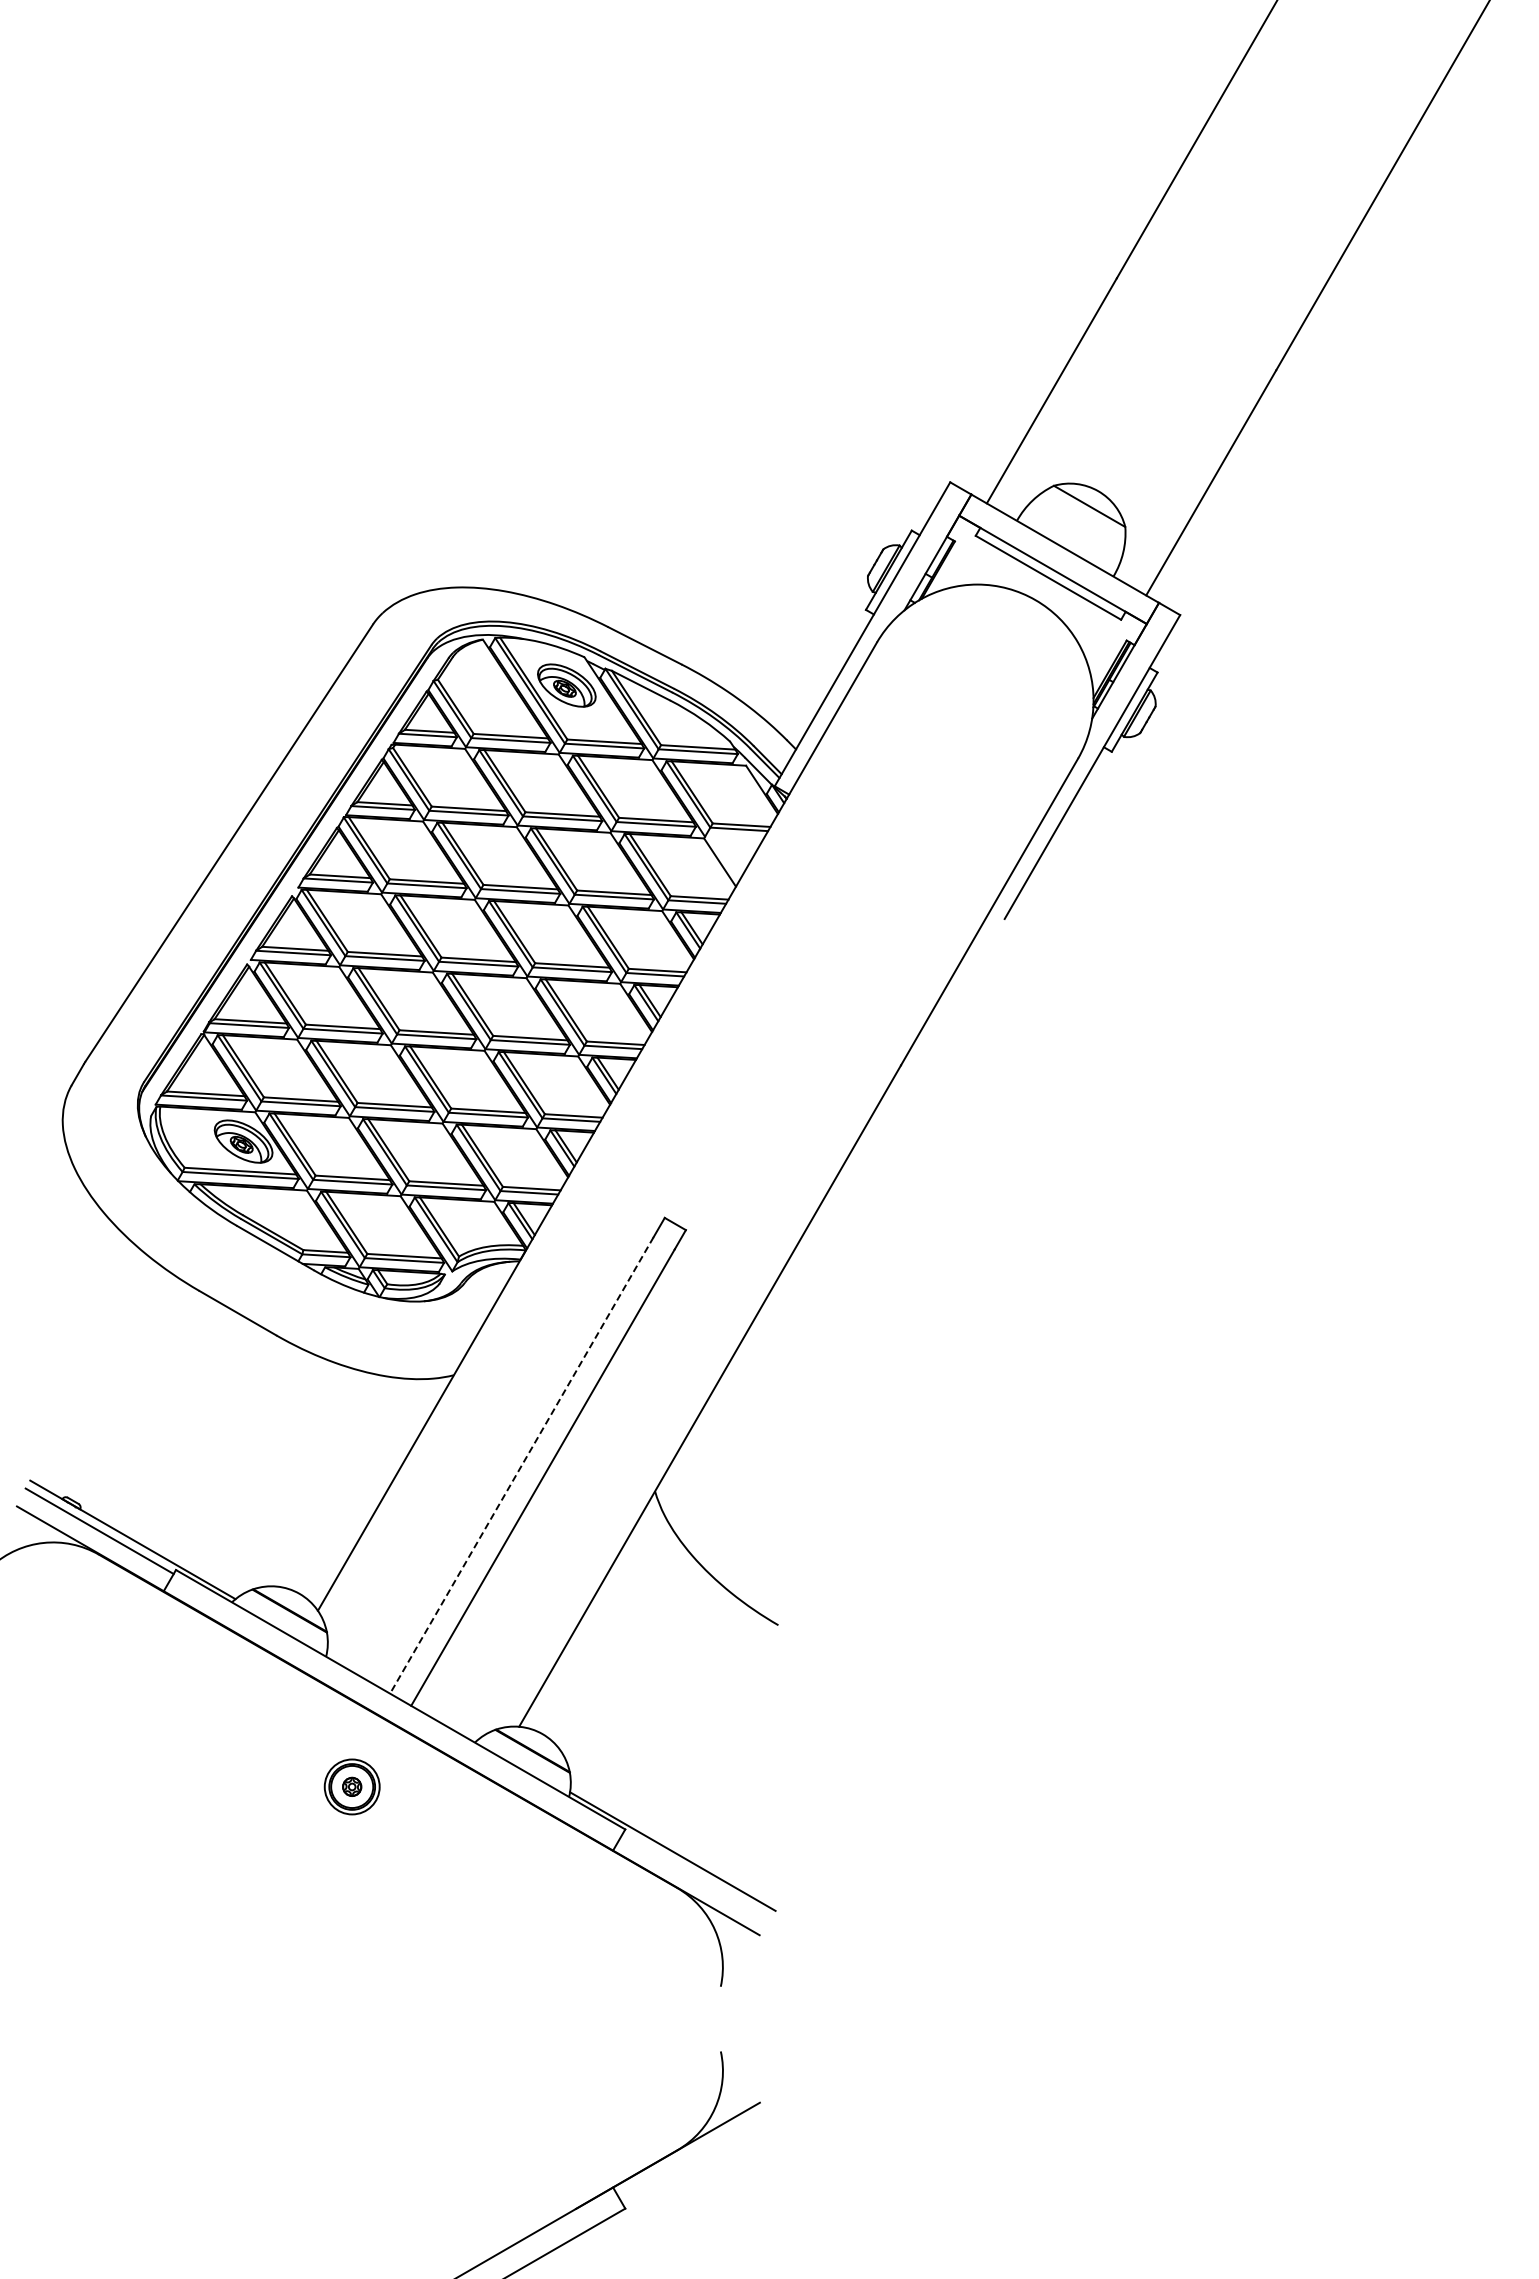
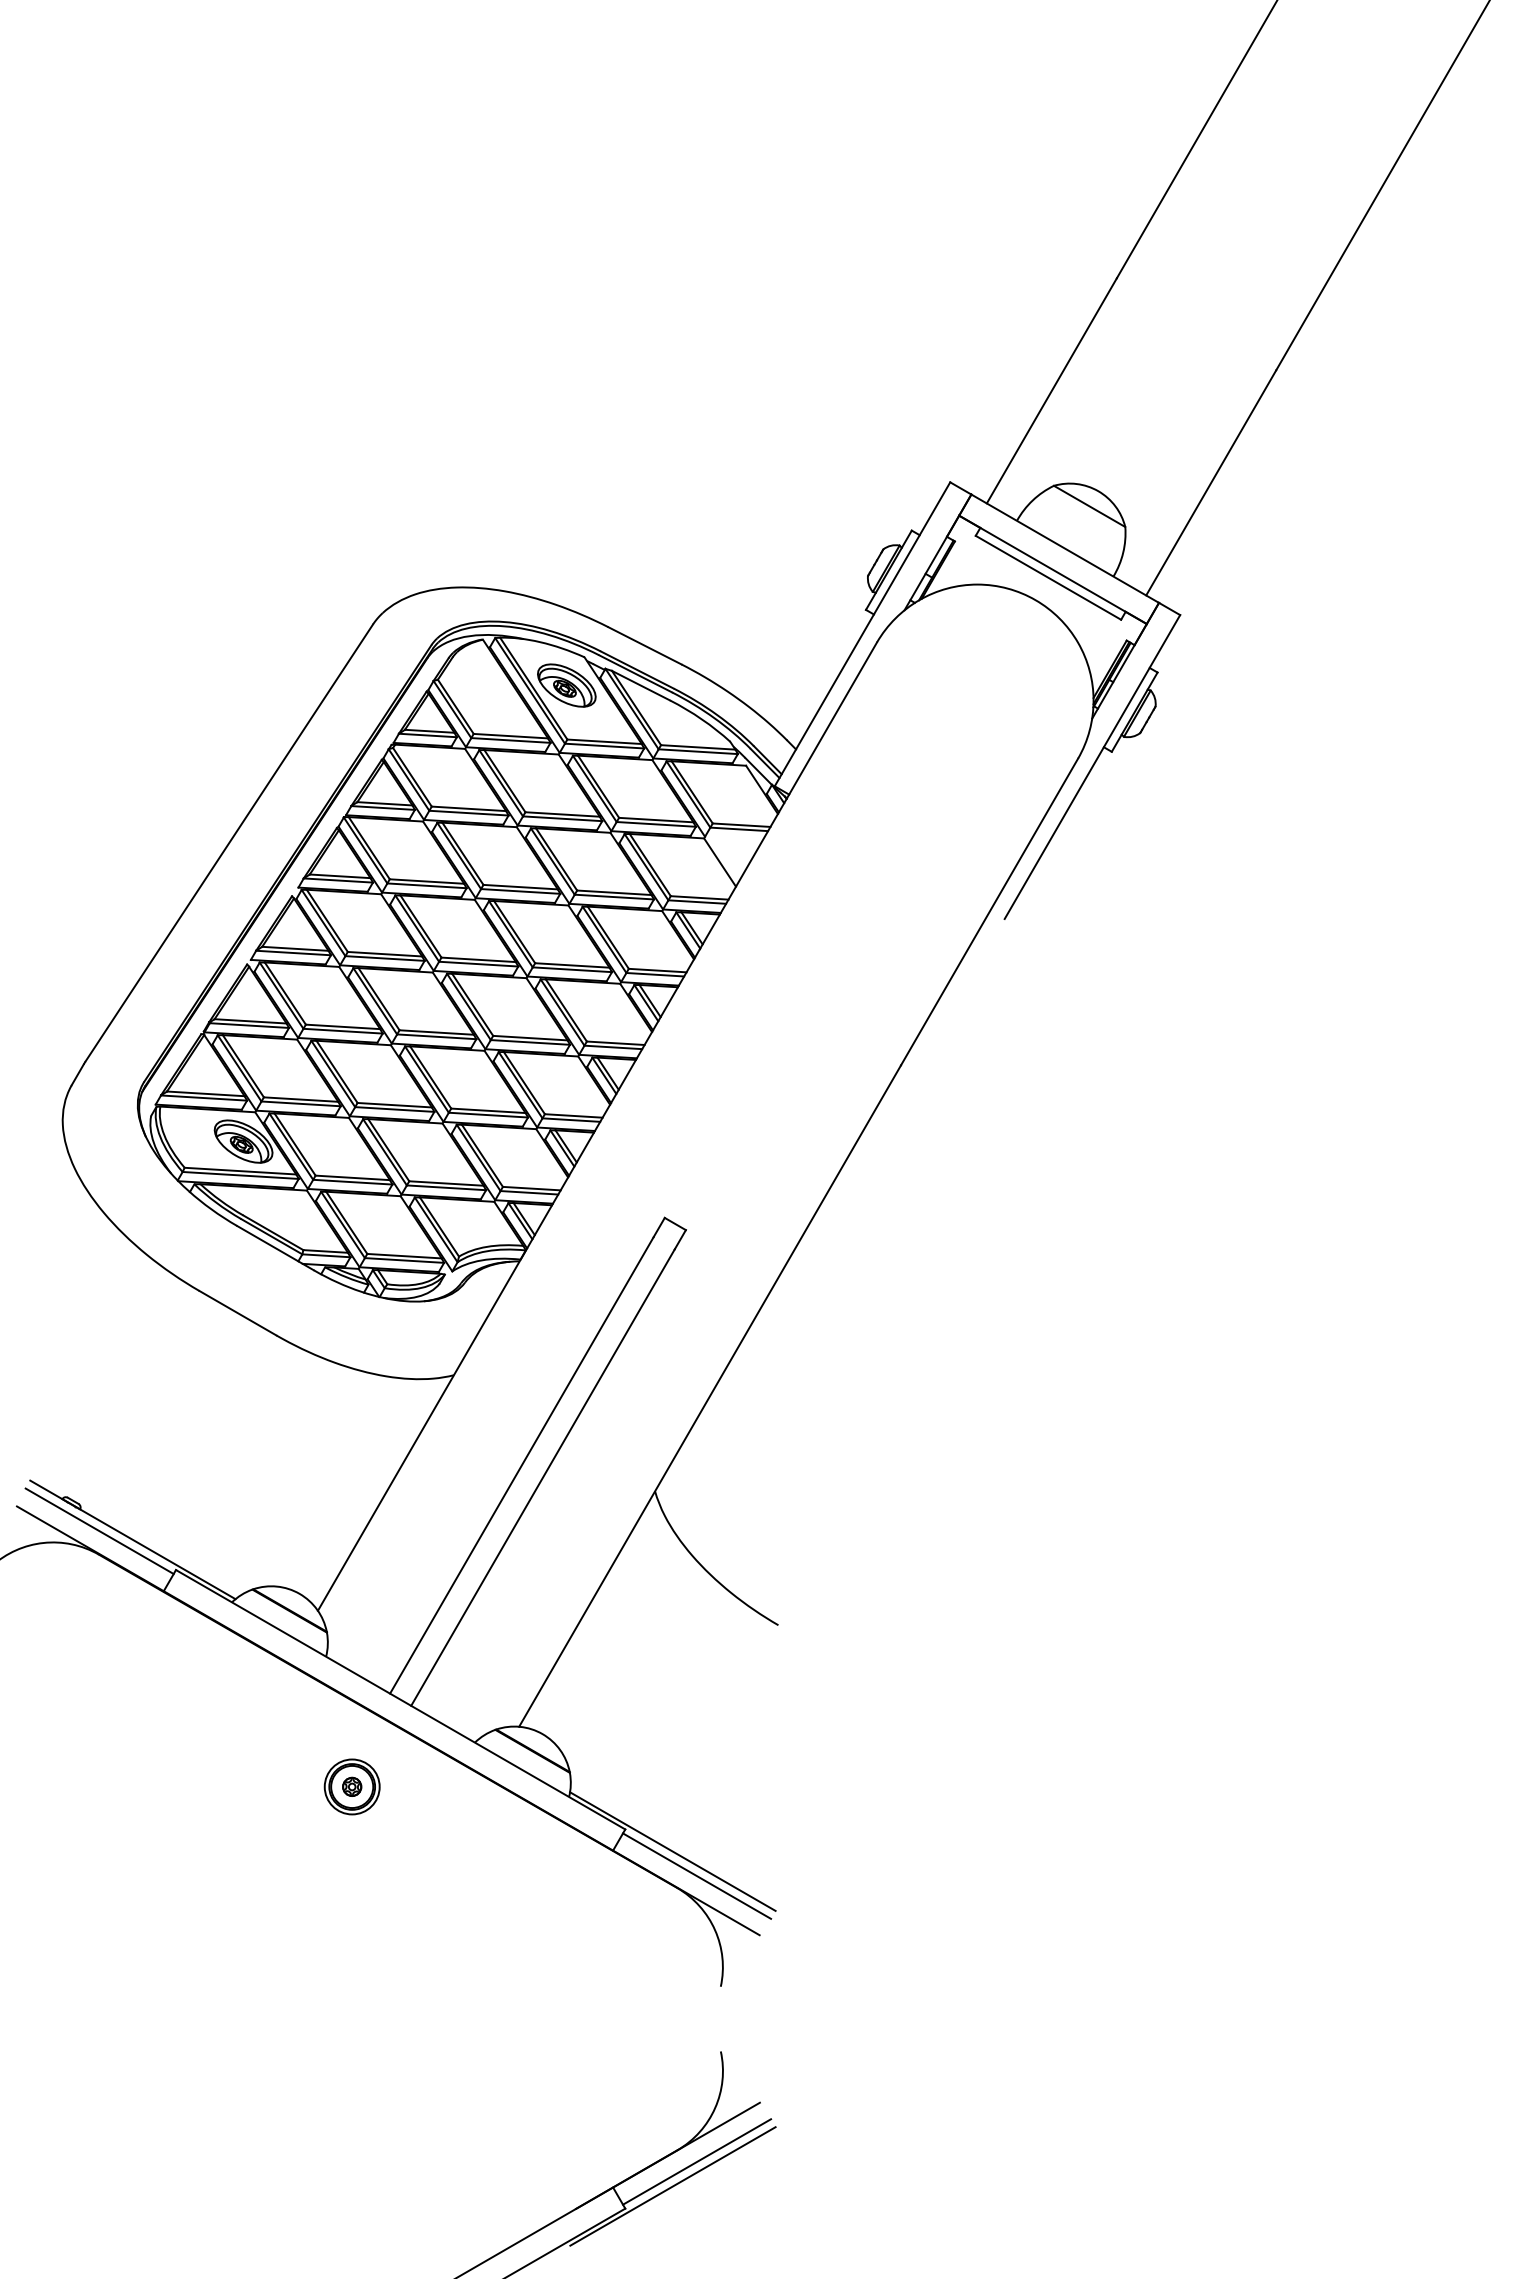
line at (521, 1465): dashed -> solid
line at (697, 1875): none -> present
line at (697, 2161): none -> present
line at (672, 2186): none -> present
